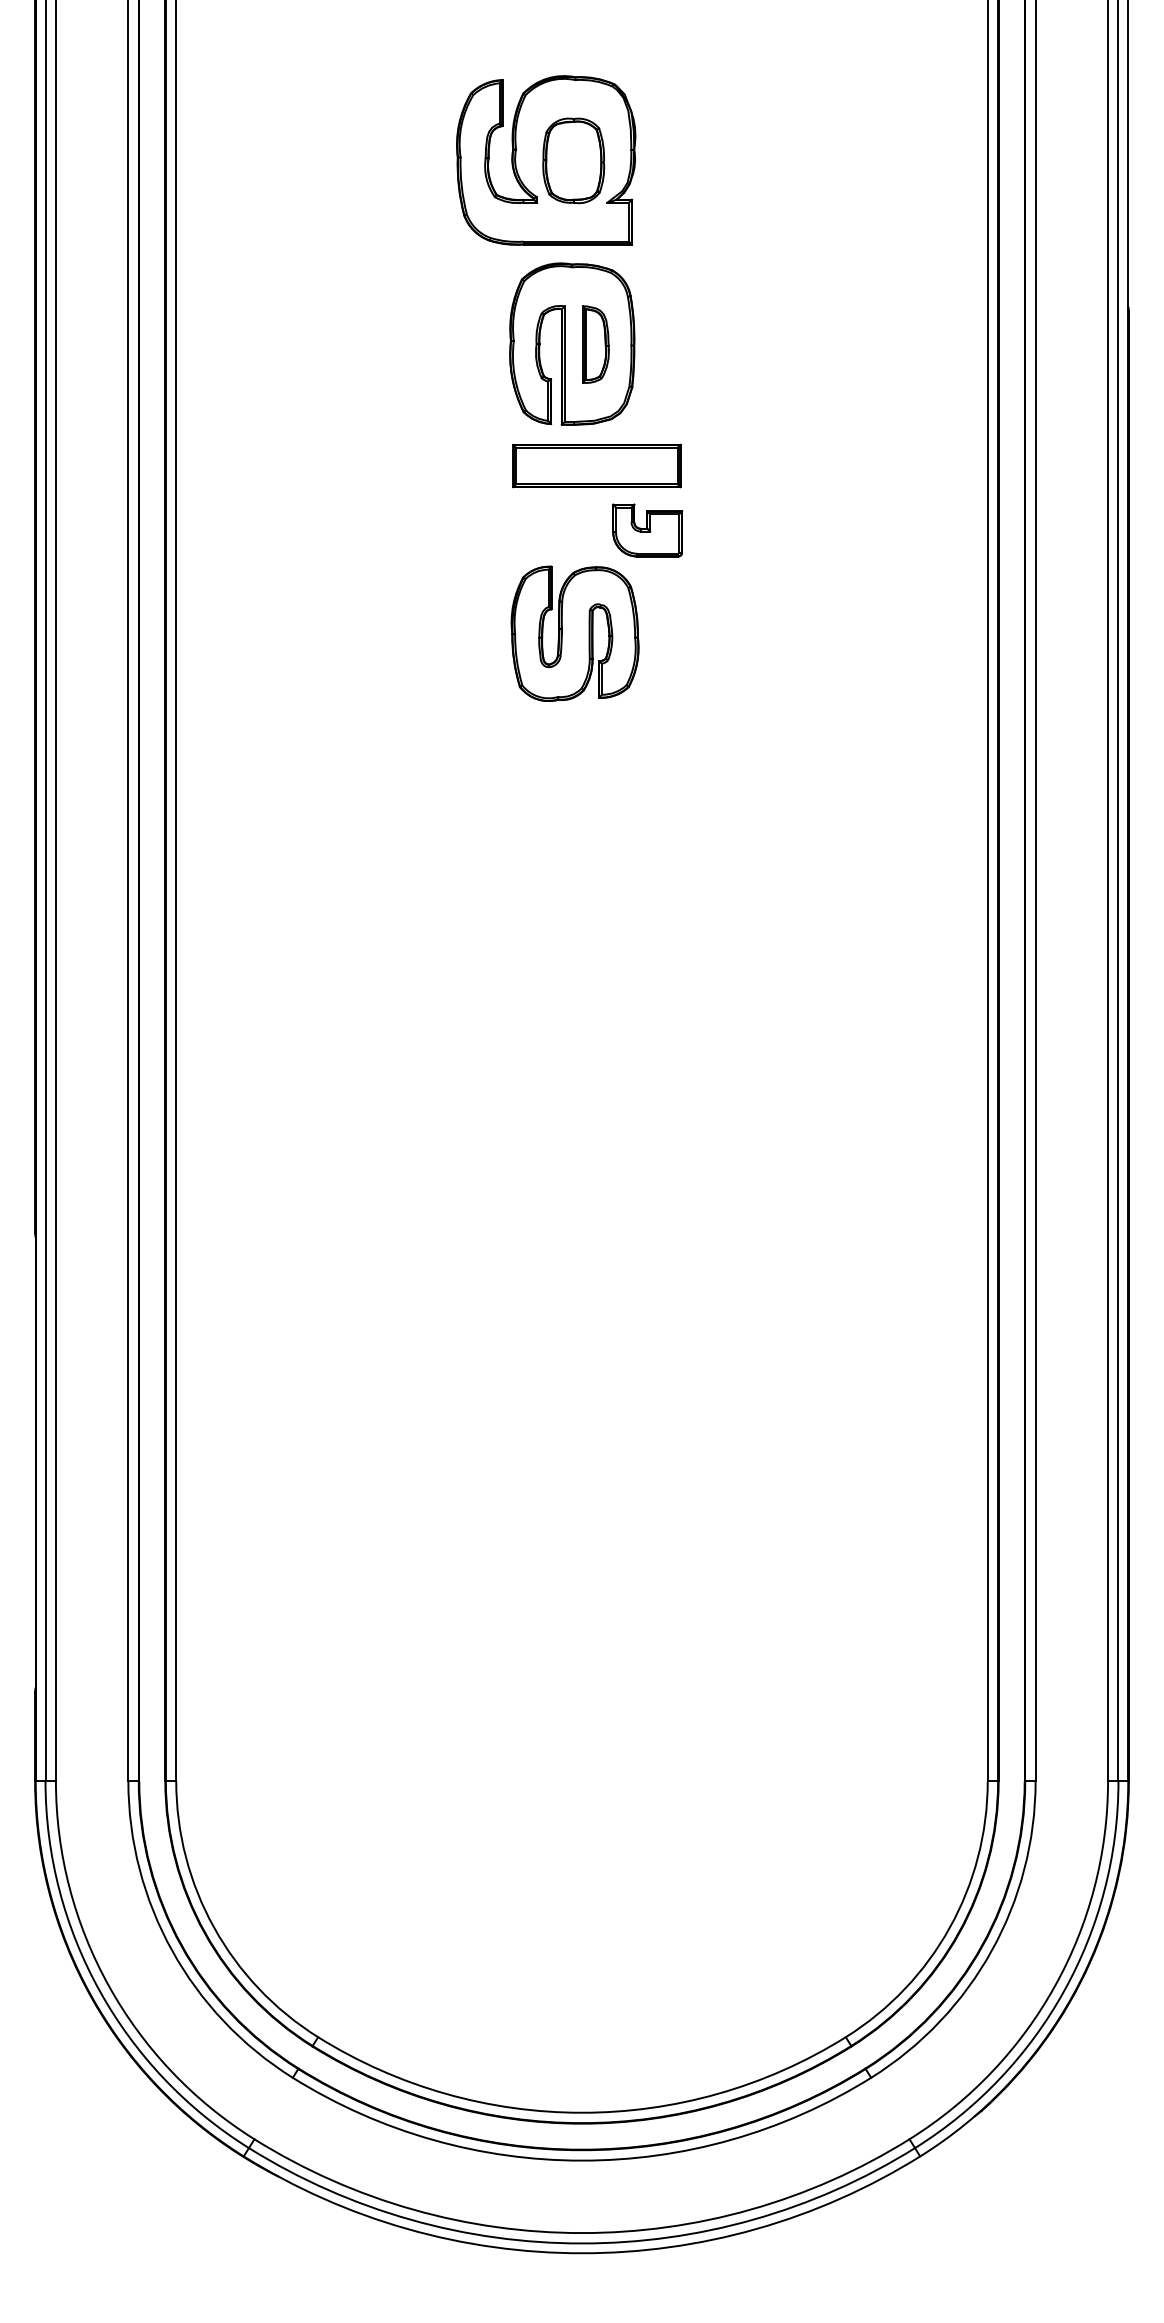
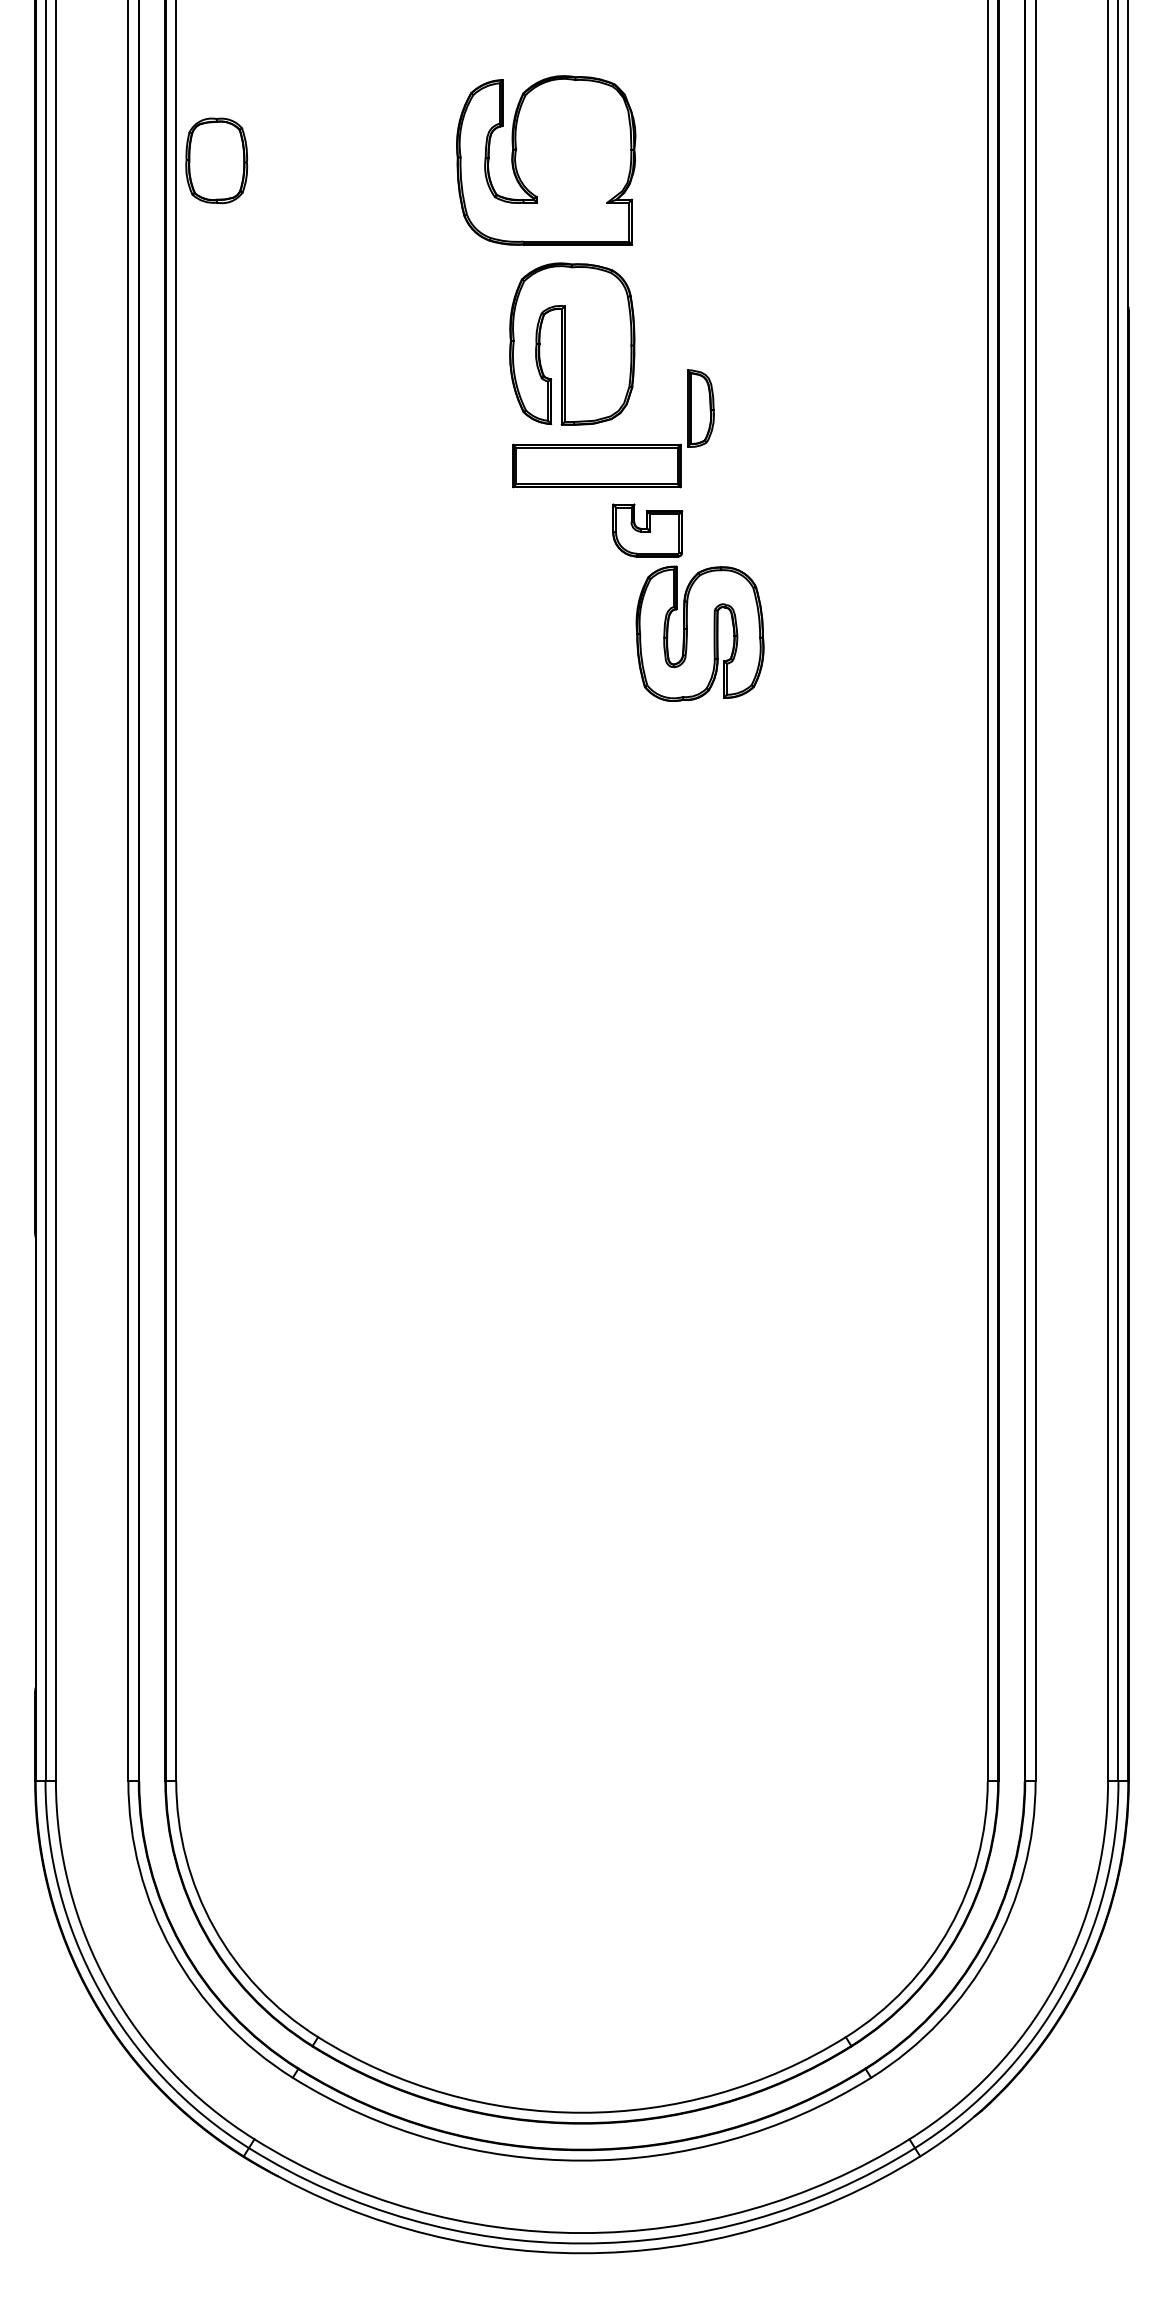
part at (573, 160) position: (573, 160) -> (216, 160)
part at (595, 344) position: (595, 344) -> (700, 408)
part at (574, 633) position: (574, 633) -> (699, 633)
